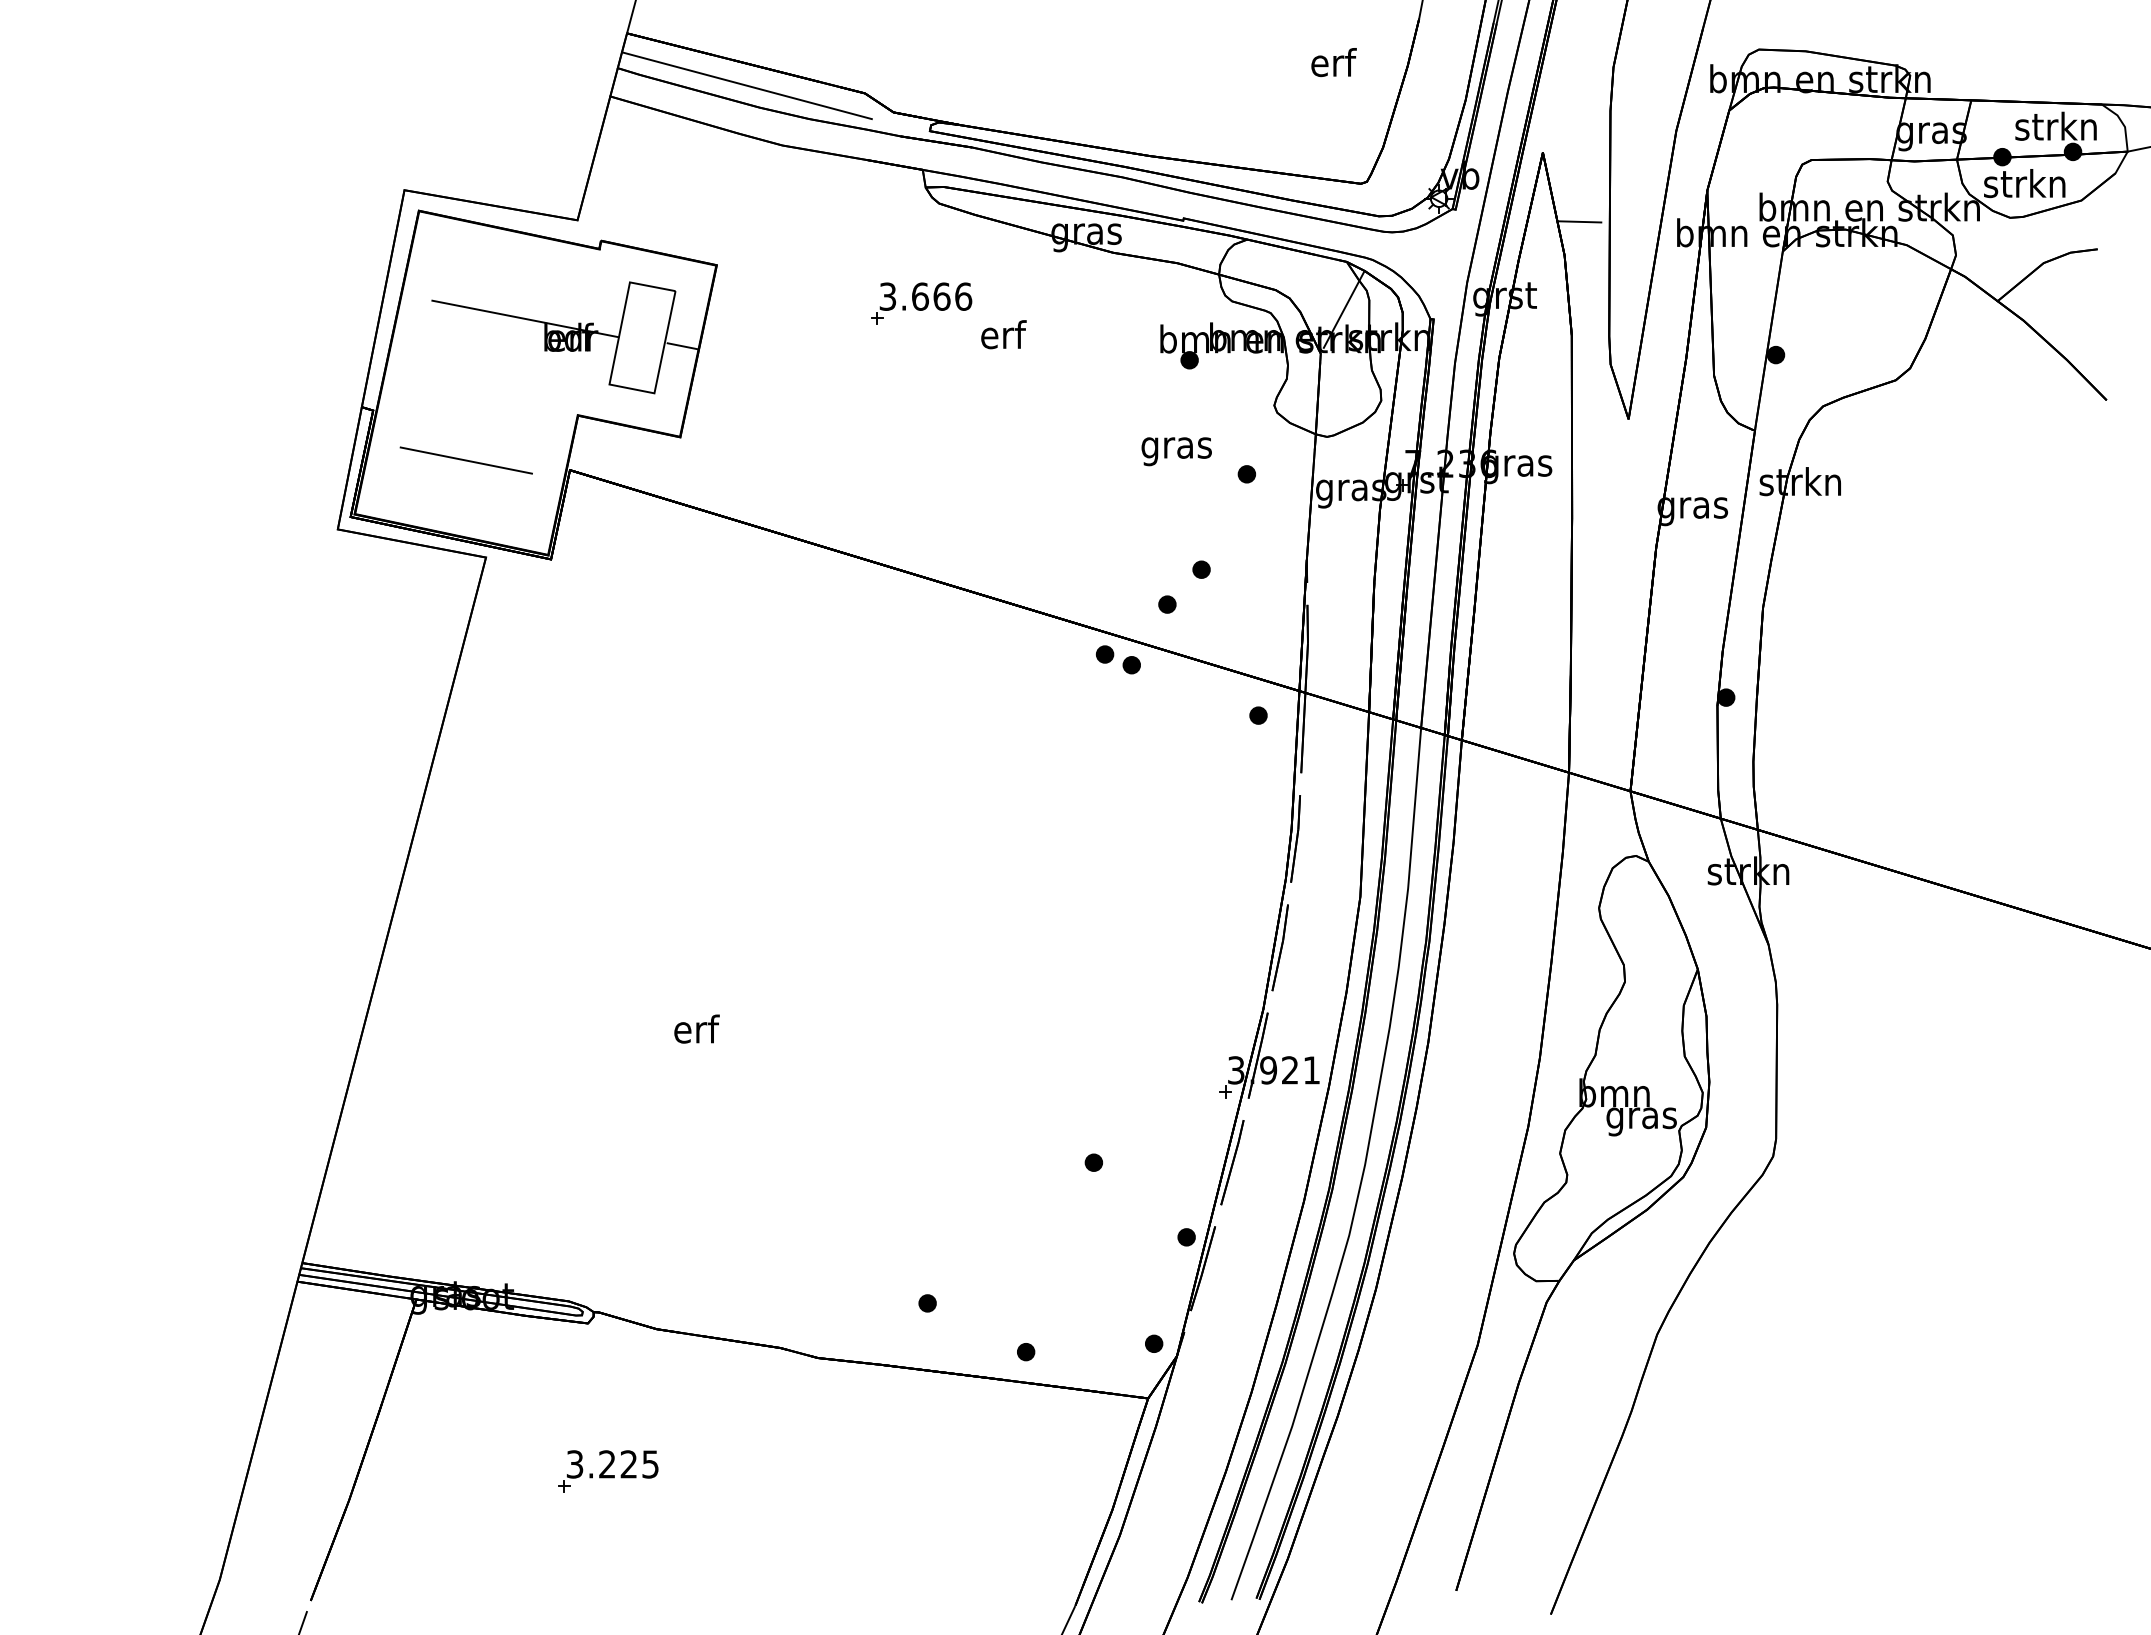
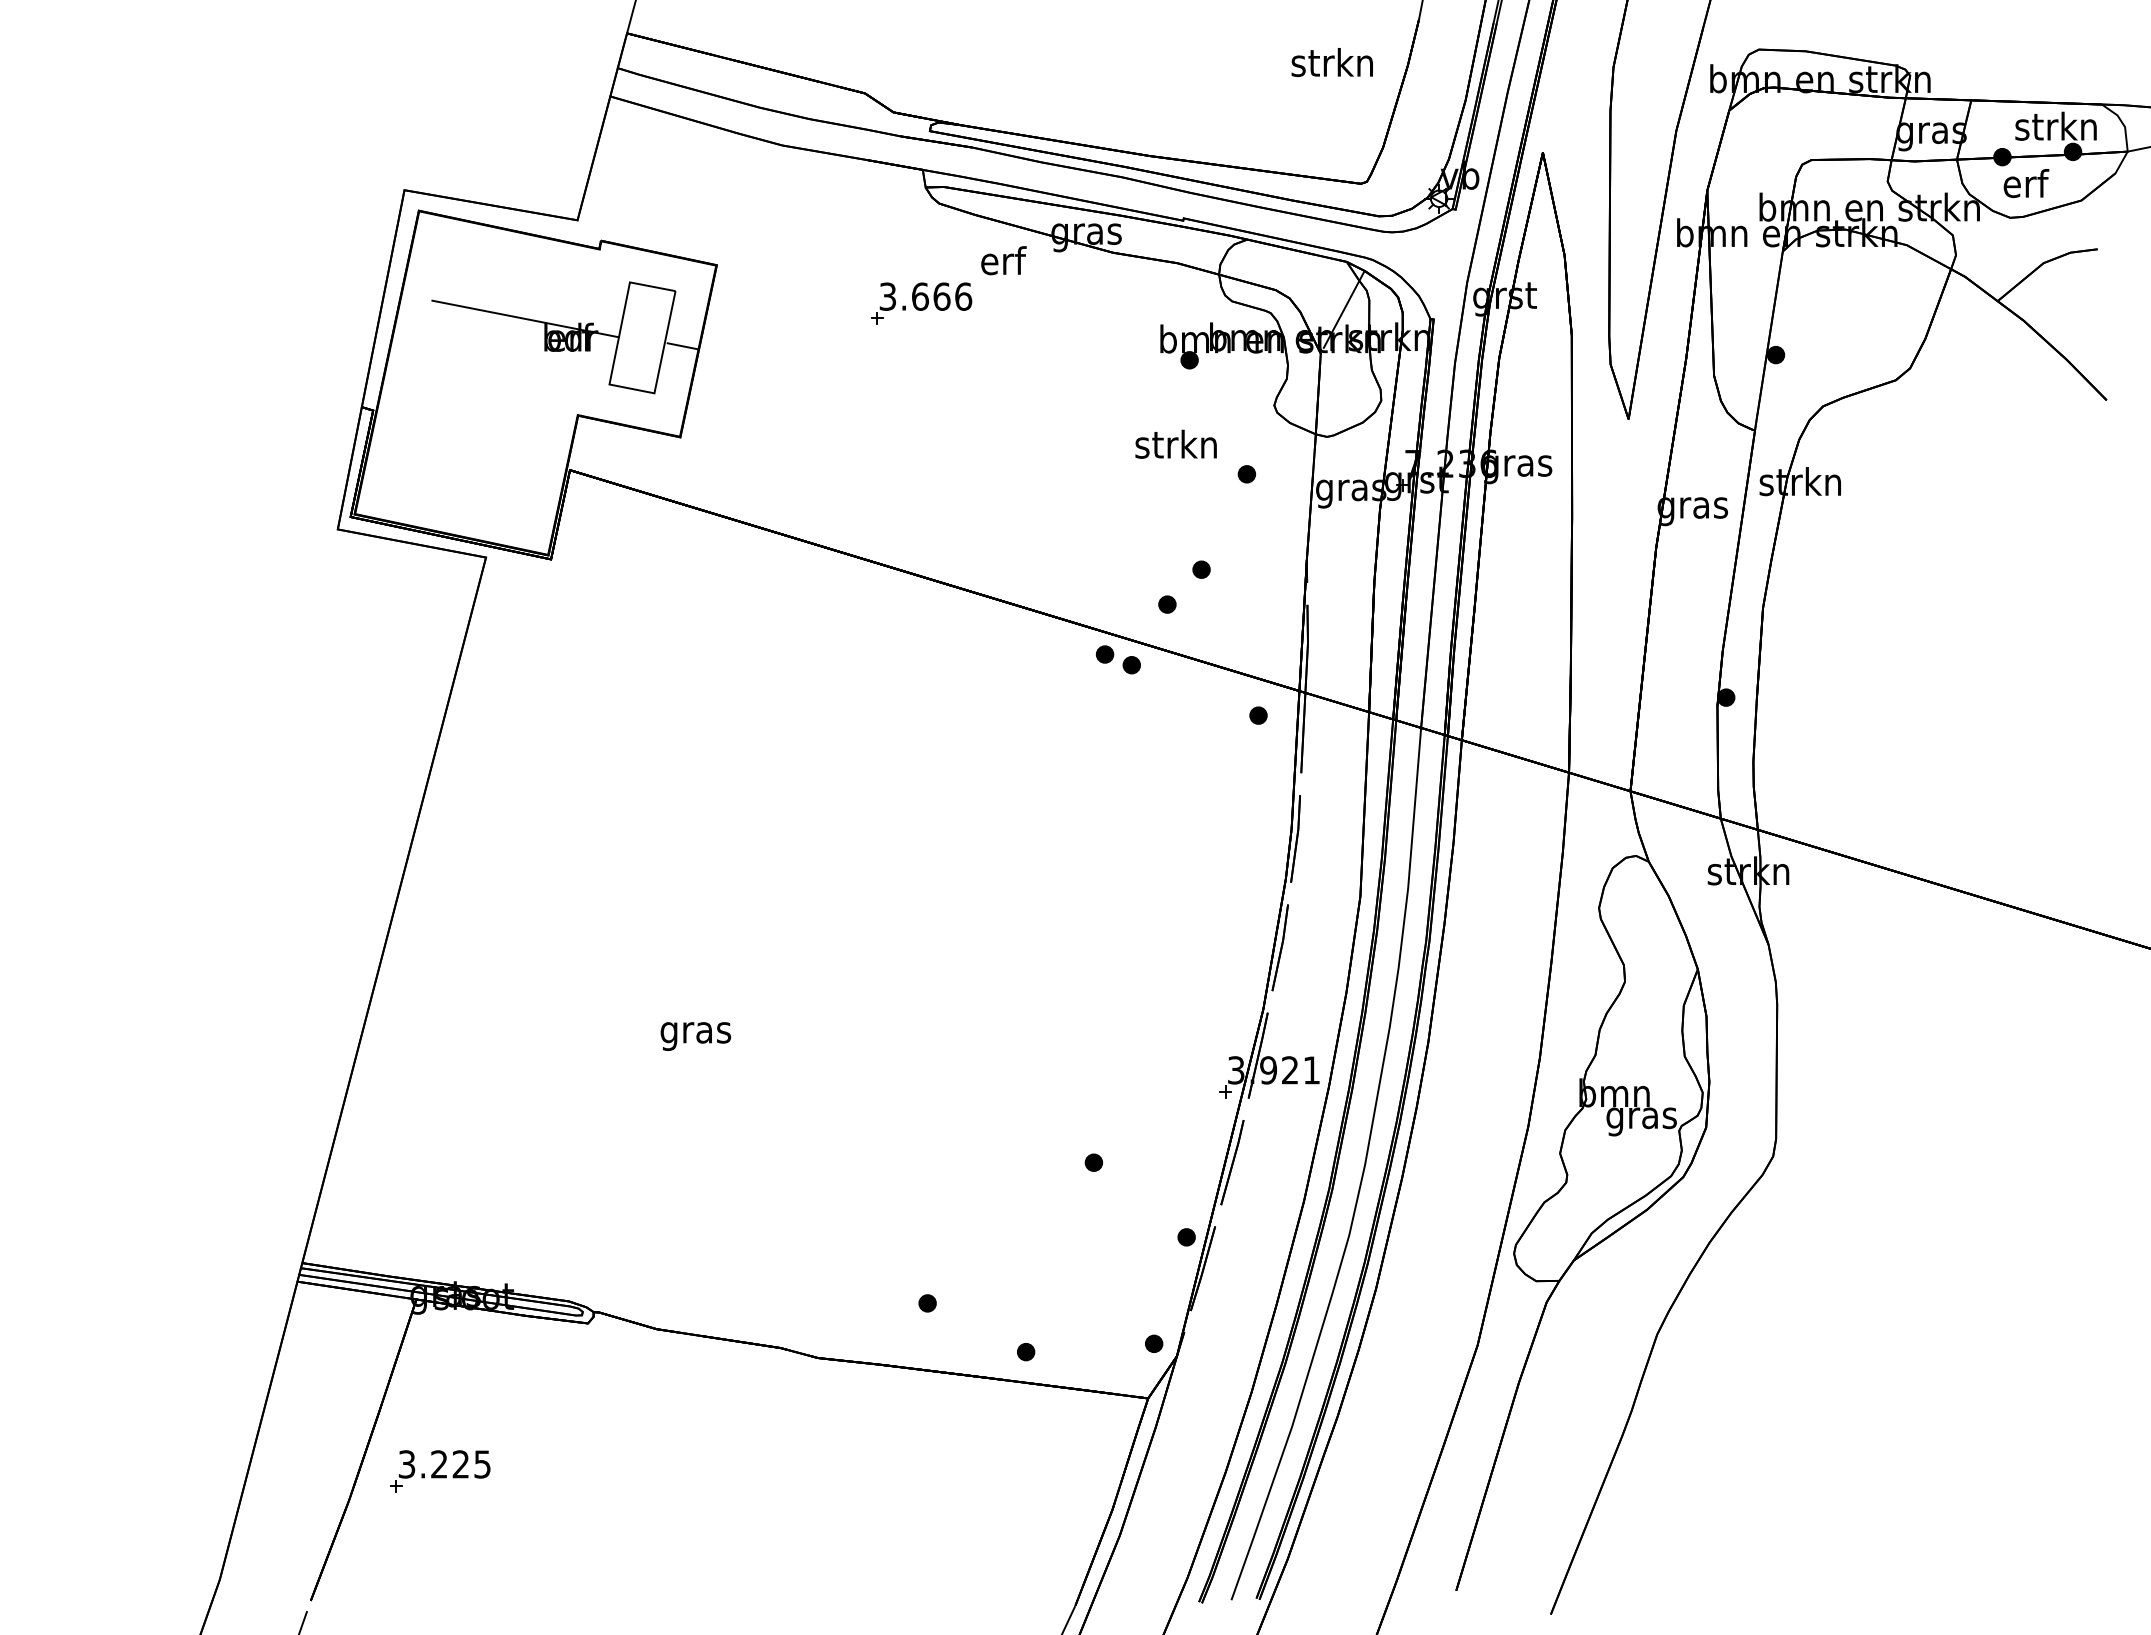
text at (1331, 62): erf -> strkn
line at (746, 85): present -> none
text at (2024, 183): strkn -> erf
line at (1579, 221): present -> none
text at (1003, 334) position: (1003, 334) -> (1003, 260)
text at (1175, 447): gras -> strkn
line at (465, 460): present -> none
text at (695, 1032): erf -> gras
part at (608, 1471) position: (608, 1471) -> (440, 1471)
